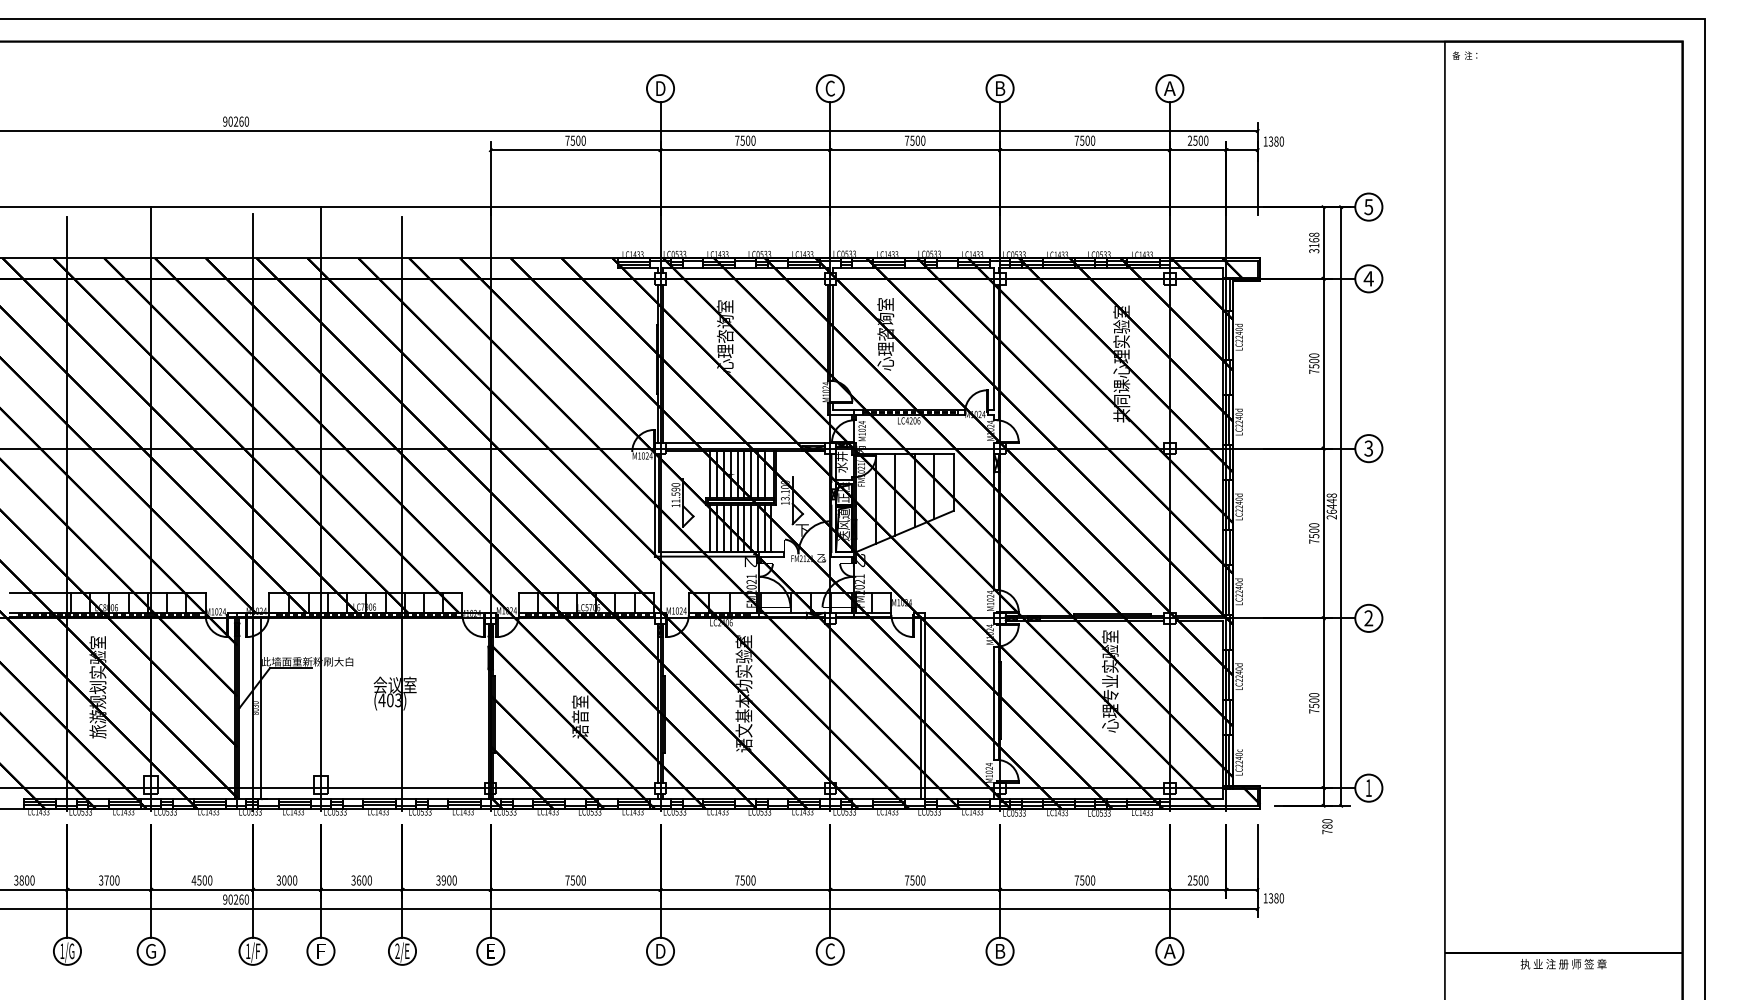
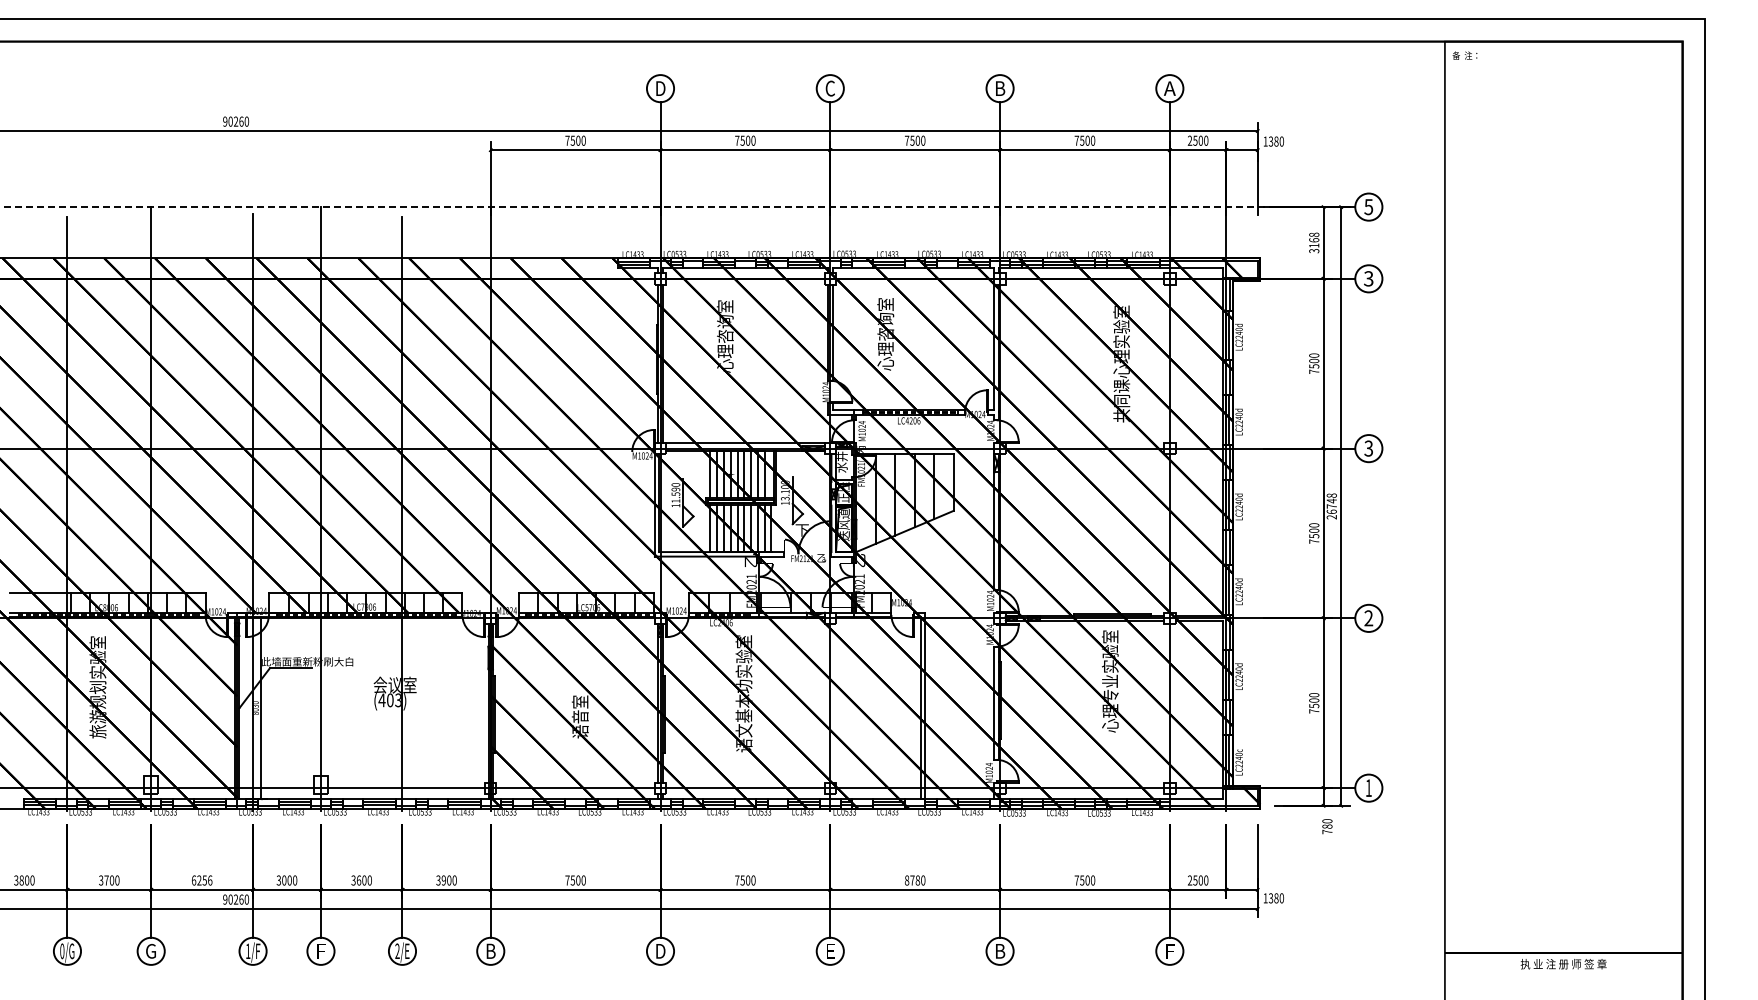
line at (640, 207): solid -> dashed
text at (1368, 278): 4 -> 3
text at (1331, 506): 26448 -> 26748
text at (201, 880): 4500 -> 6256
text at (912, 880): 7500 -> 8780
text at (490, 950): E -> B
text at (62, 951): 1/G -> 0/G
text at (829, 951): C -> E
text at (1169, 951): A -> F
